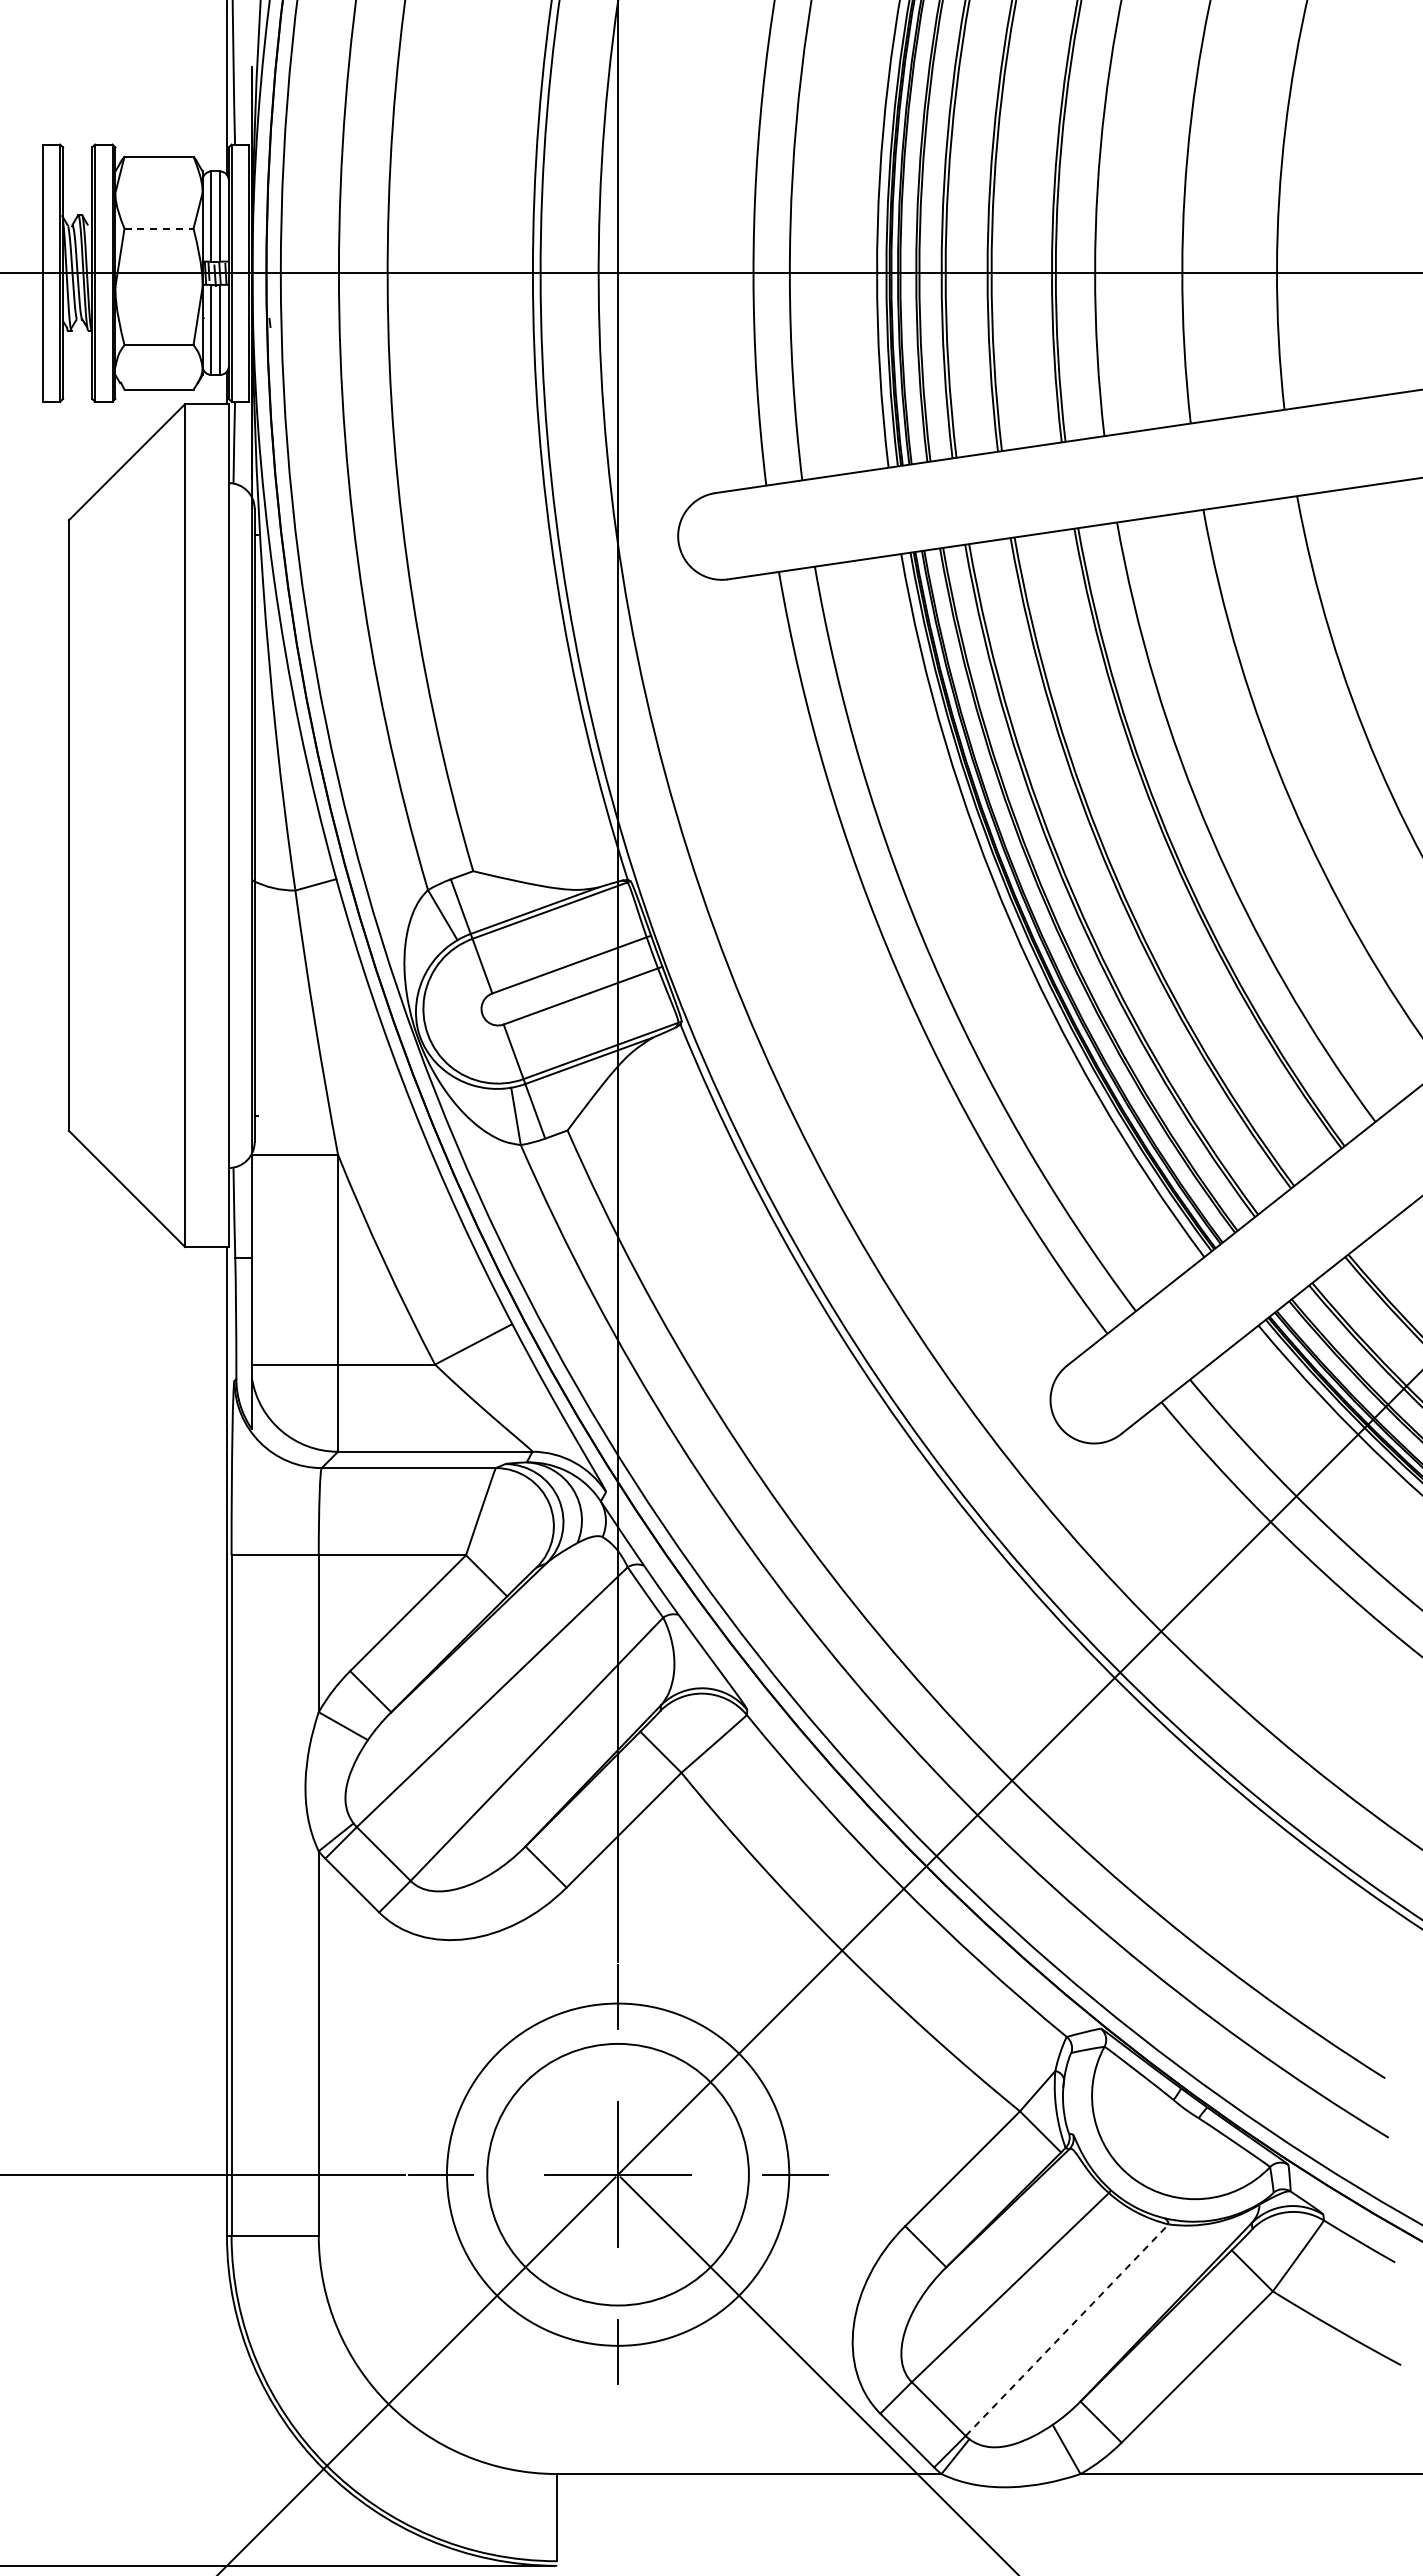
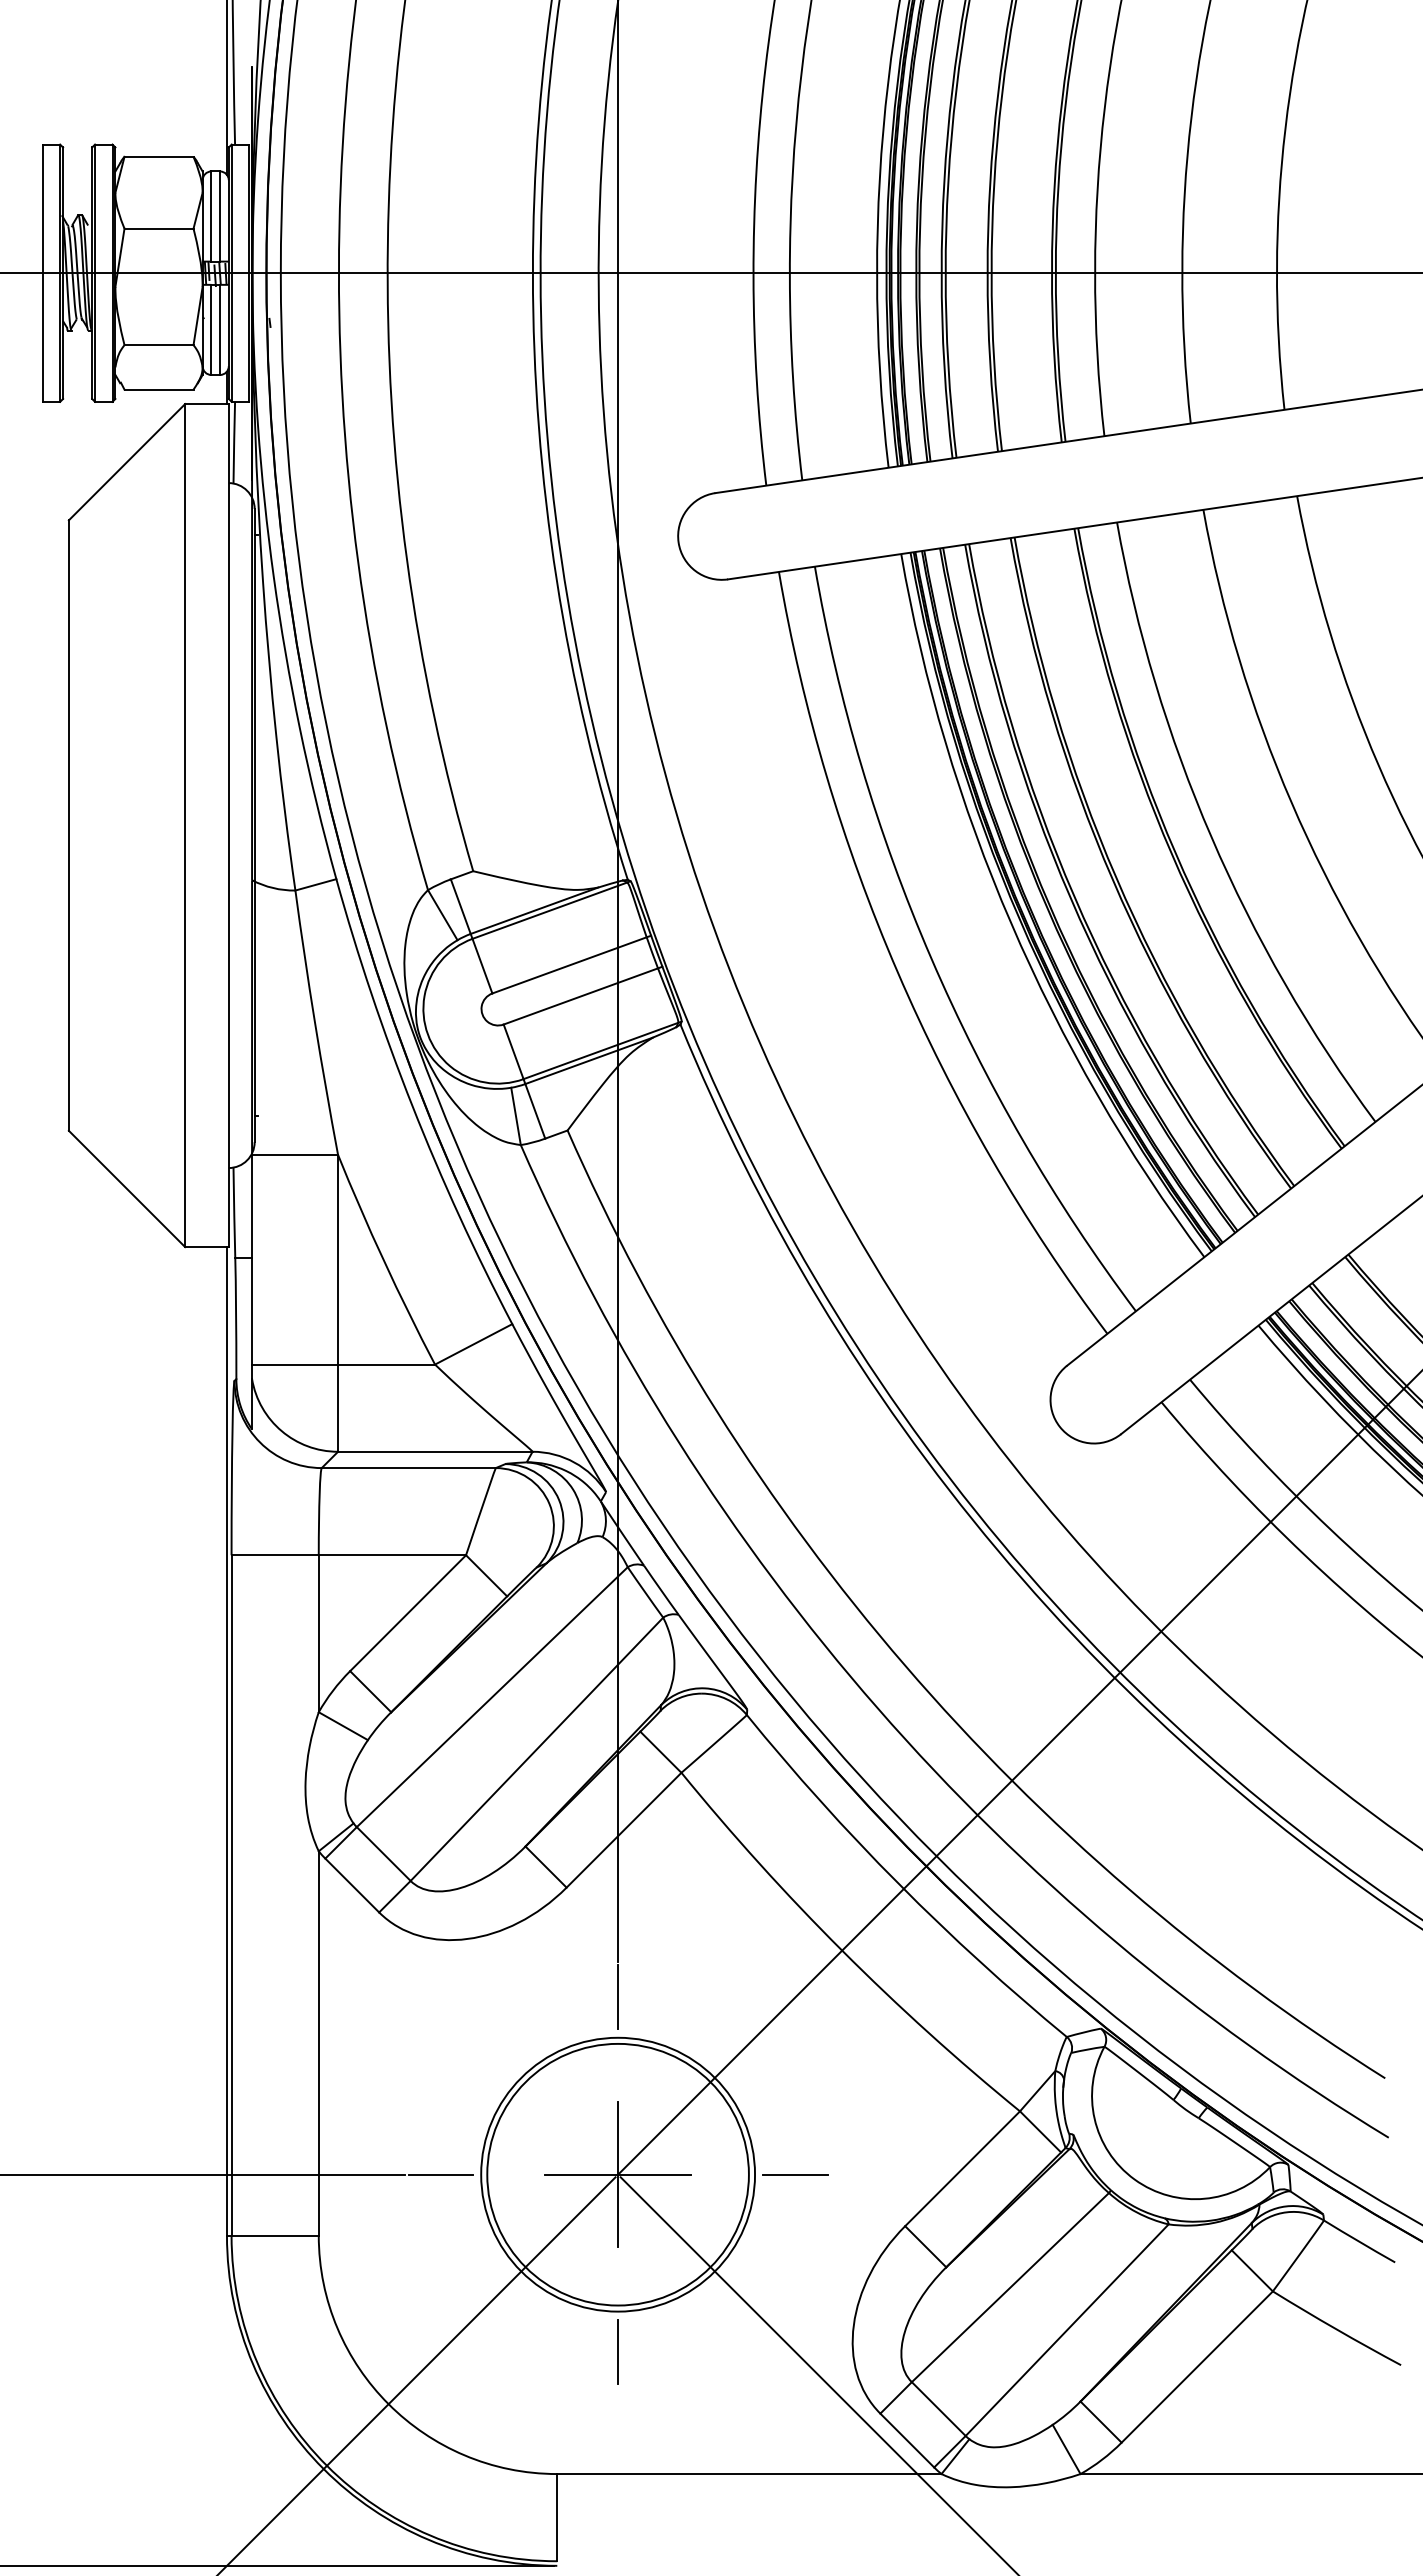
line at (159, 228): dashed -> solid
circle at (617, 2174) diameter: 342 px -> 274 px
line at (1067, 2330): dashed -> solid
